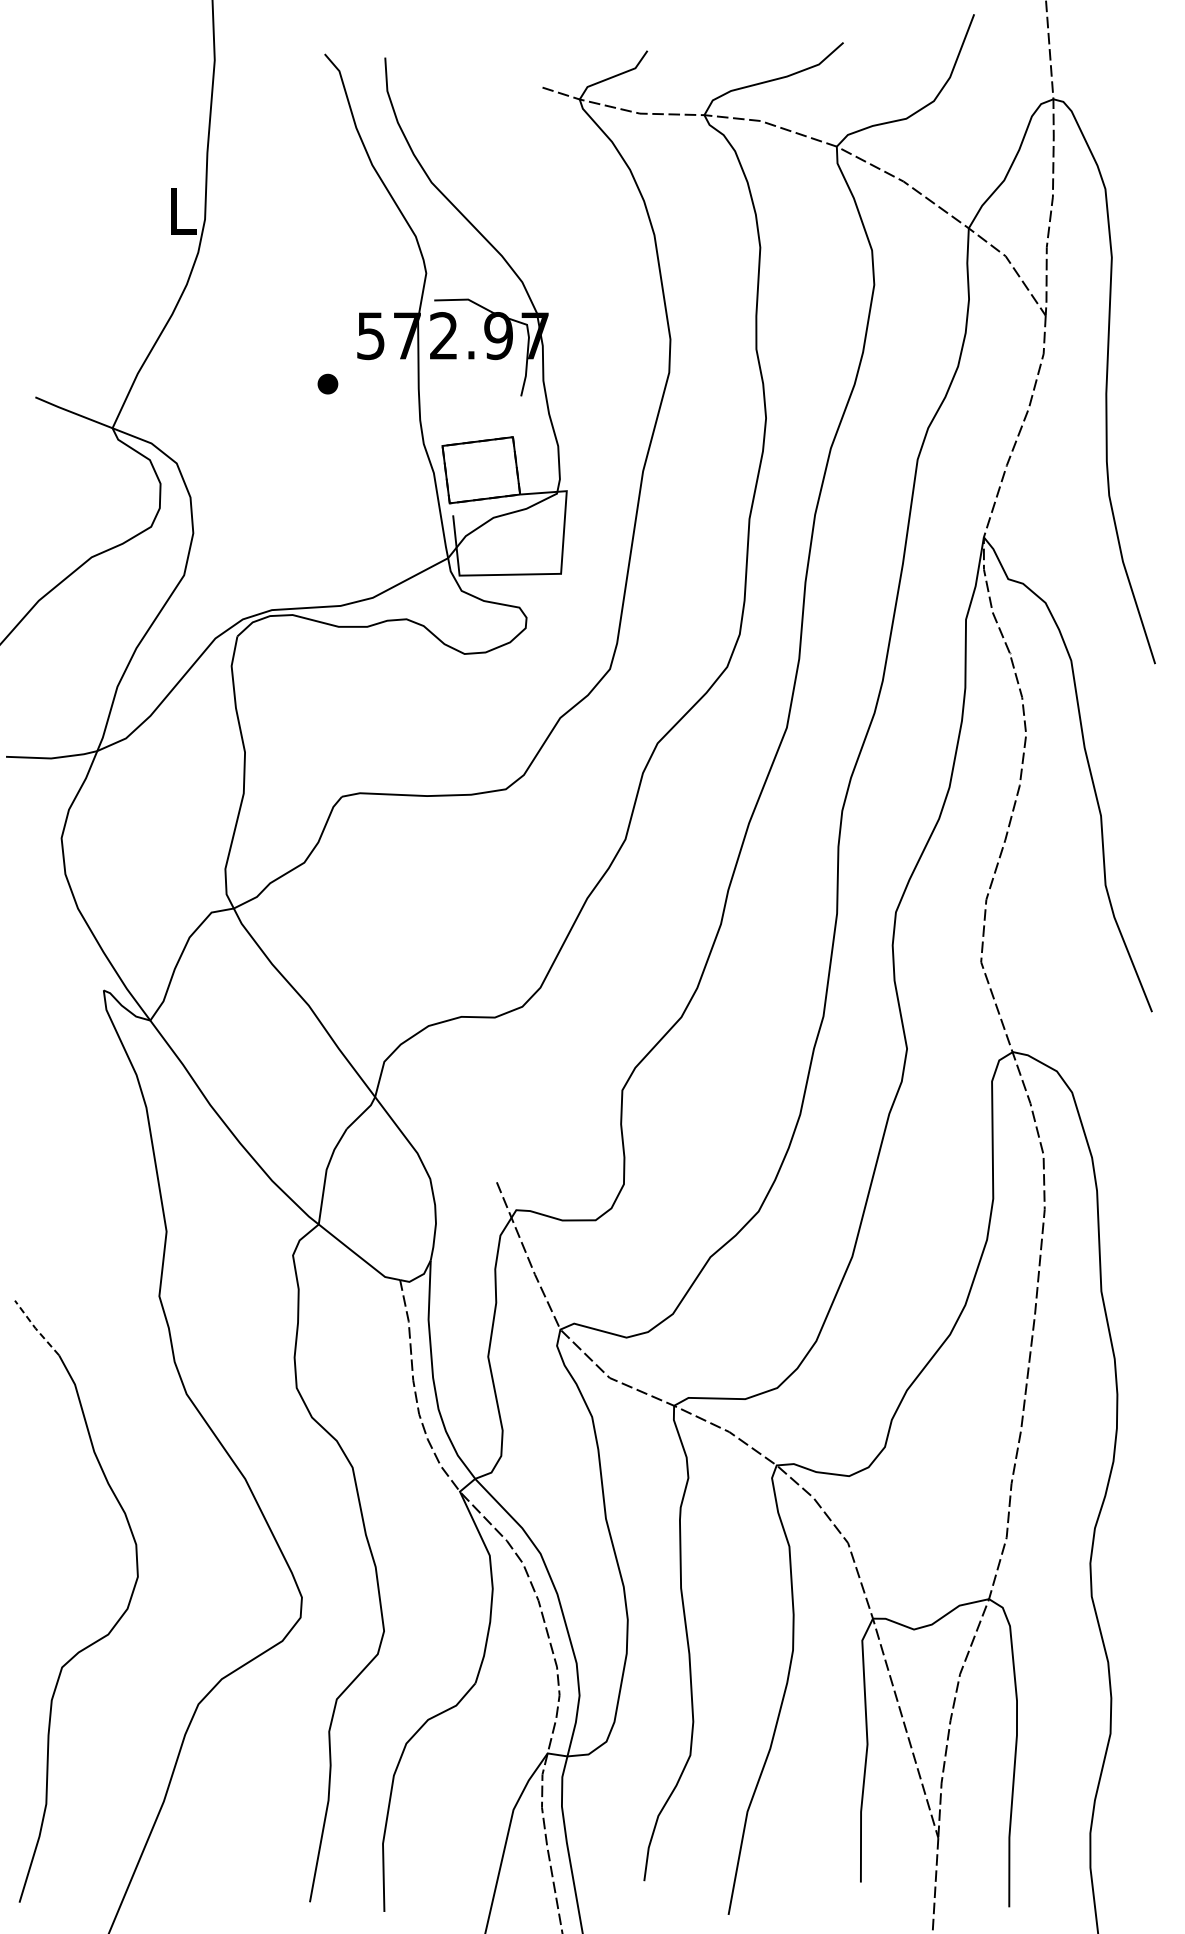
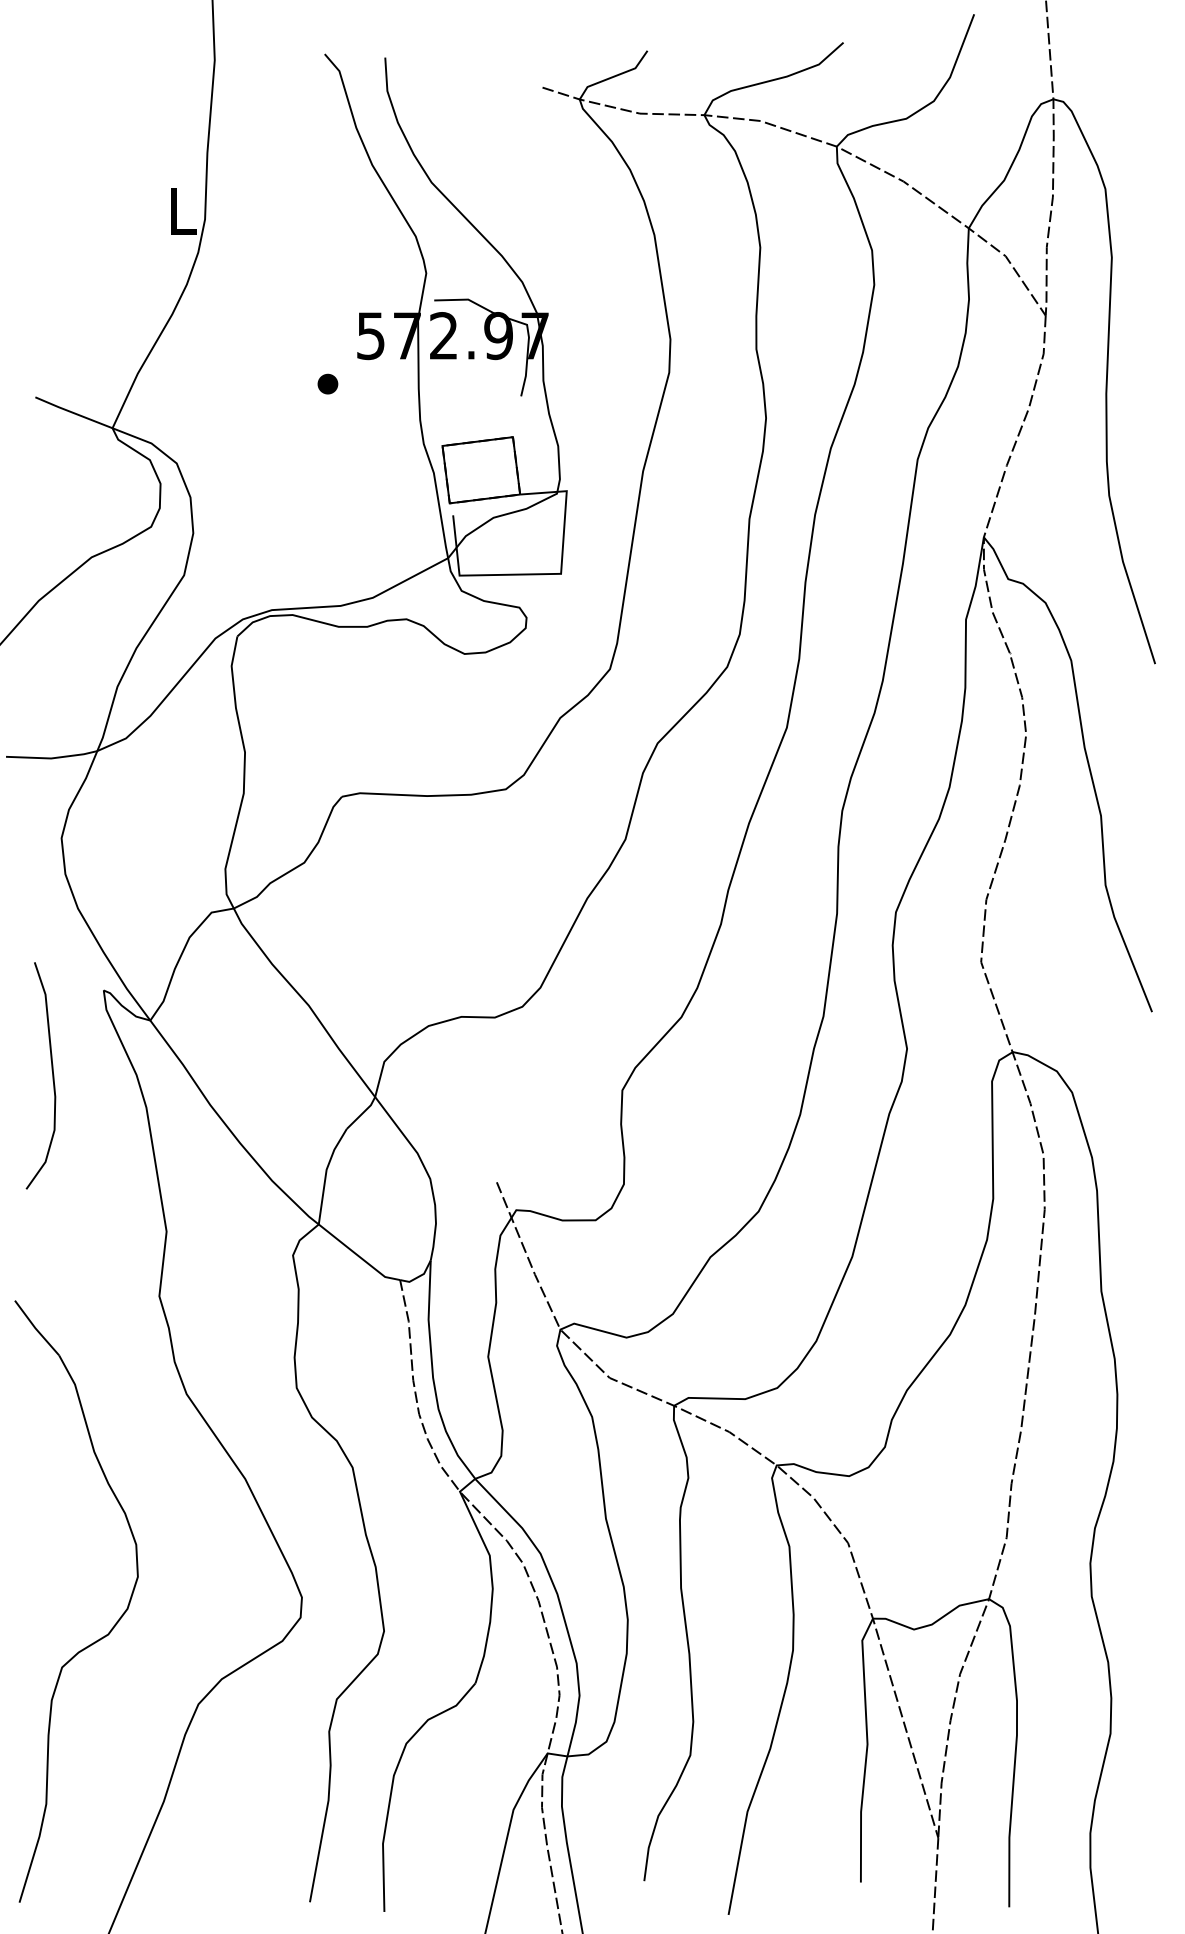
curve at (52, 1075): none -> present
line at (35, 1328): dashed -> solid
